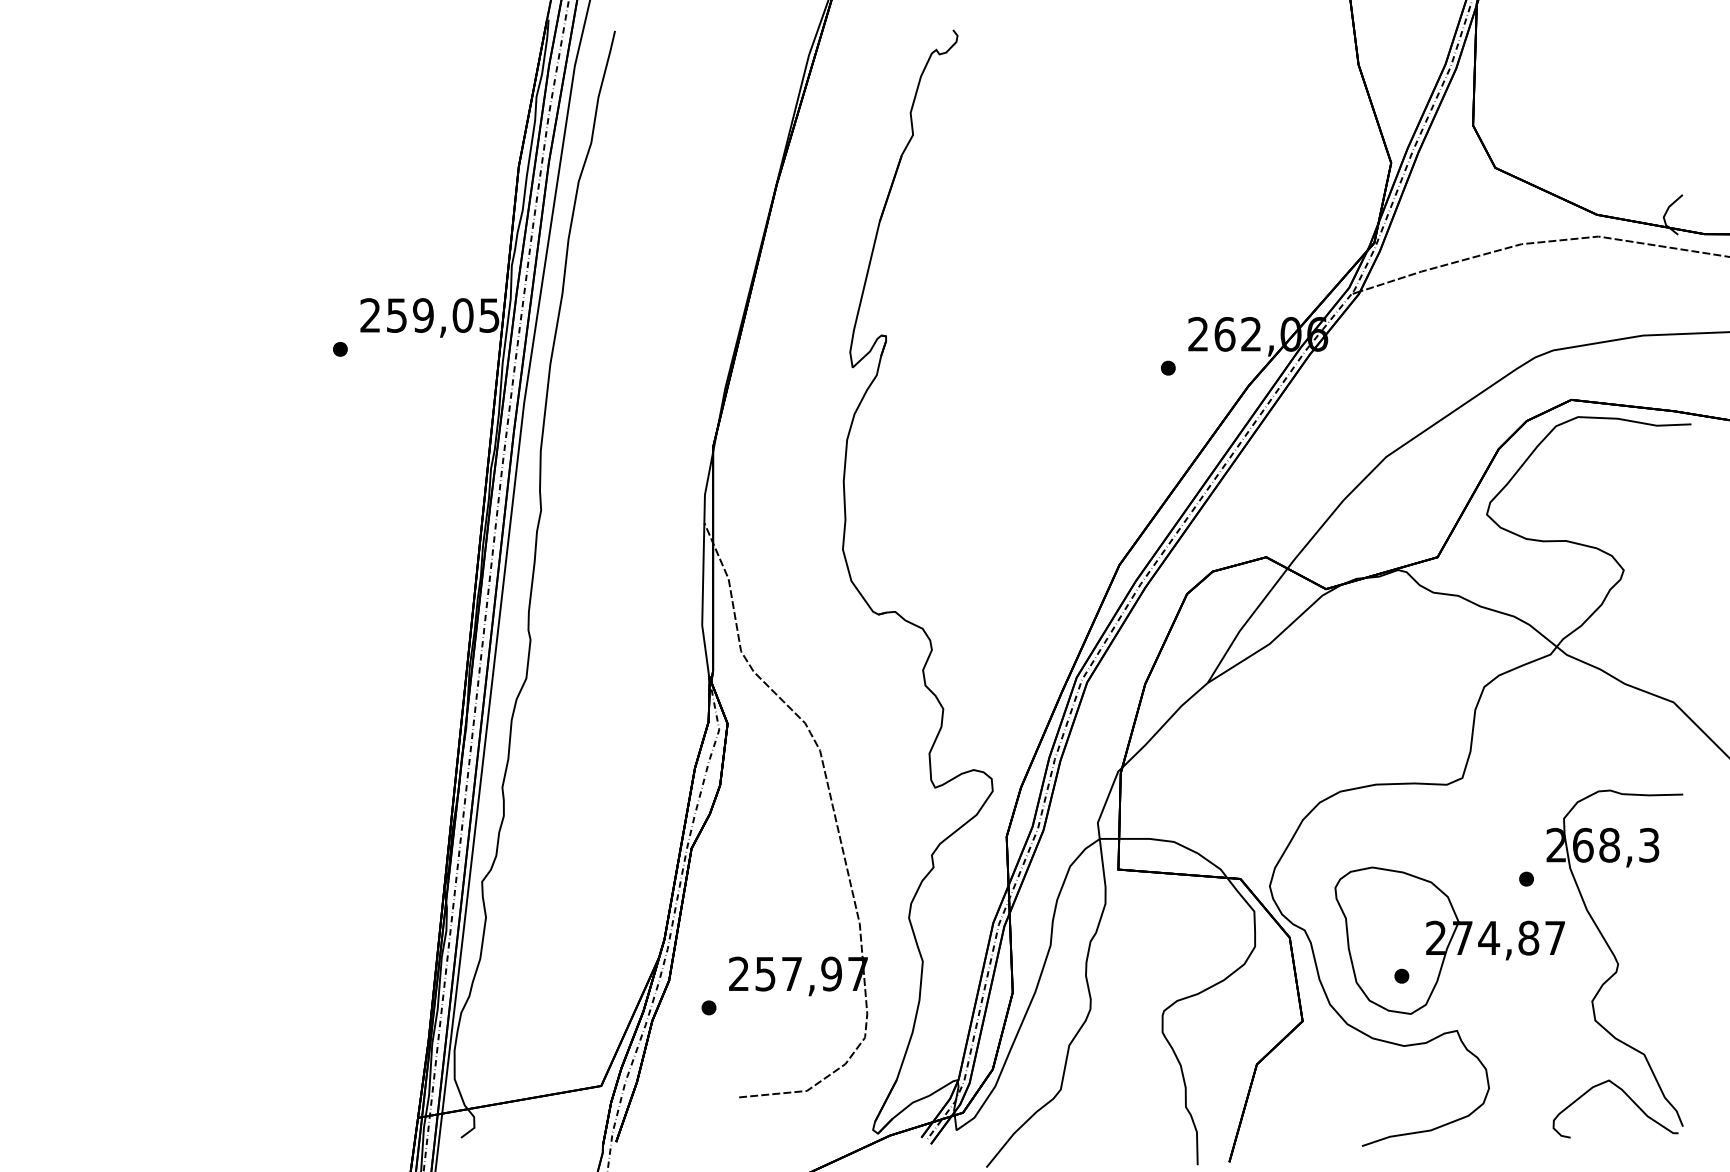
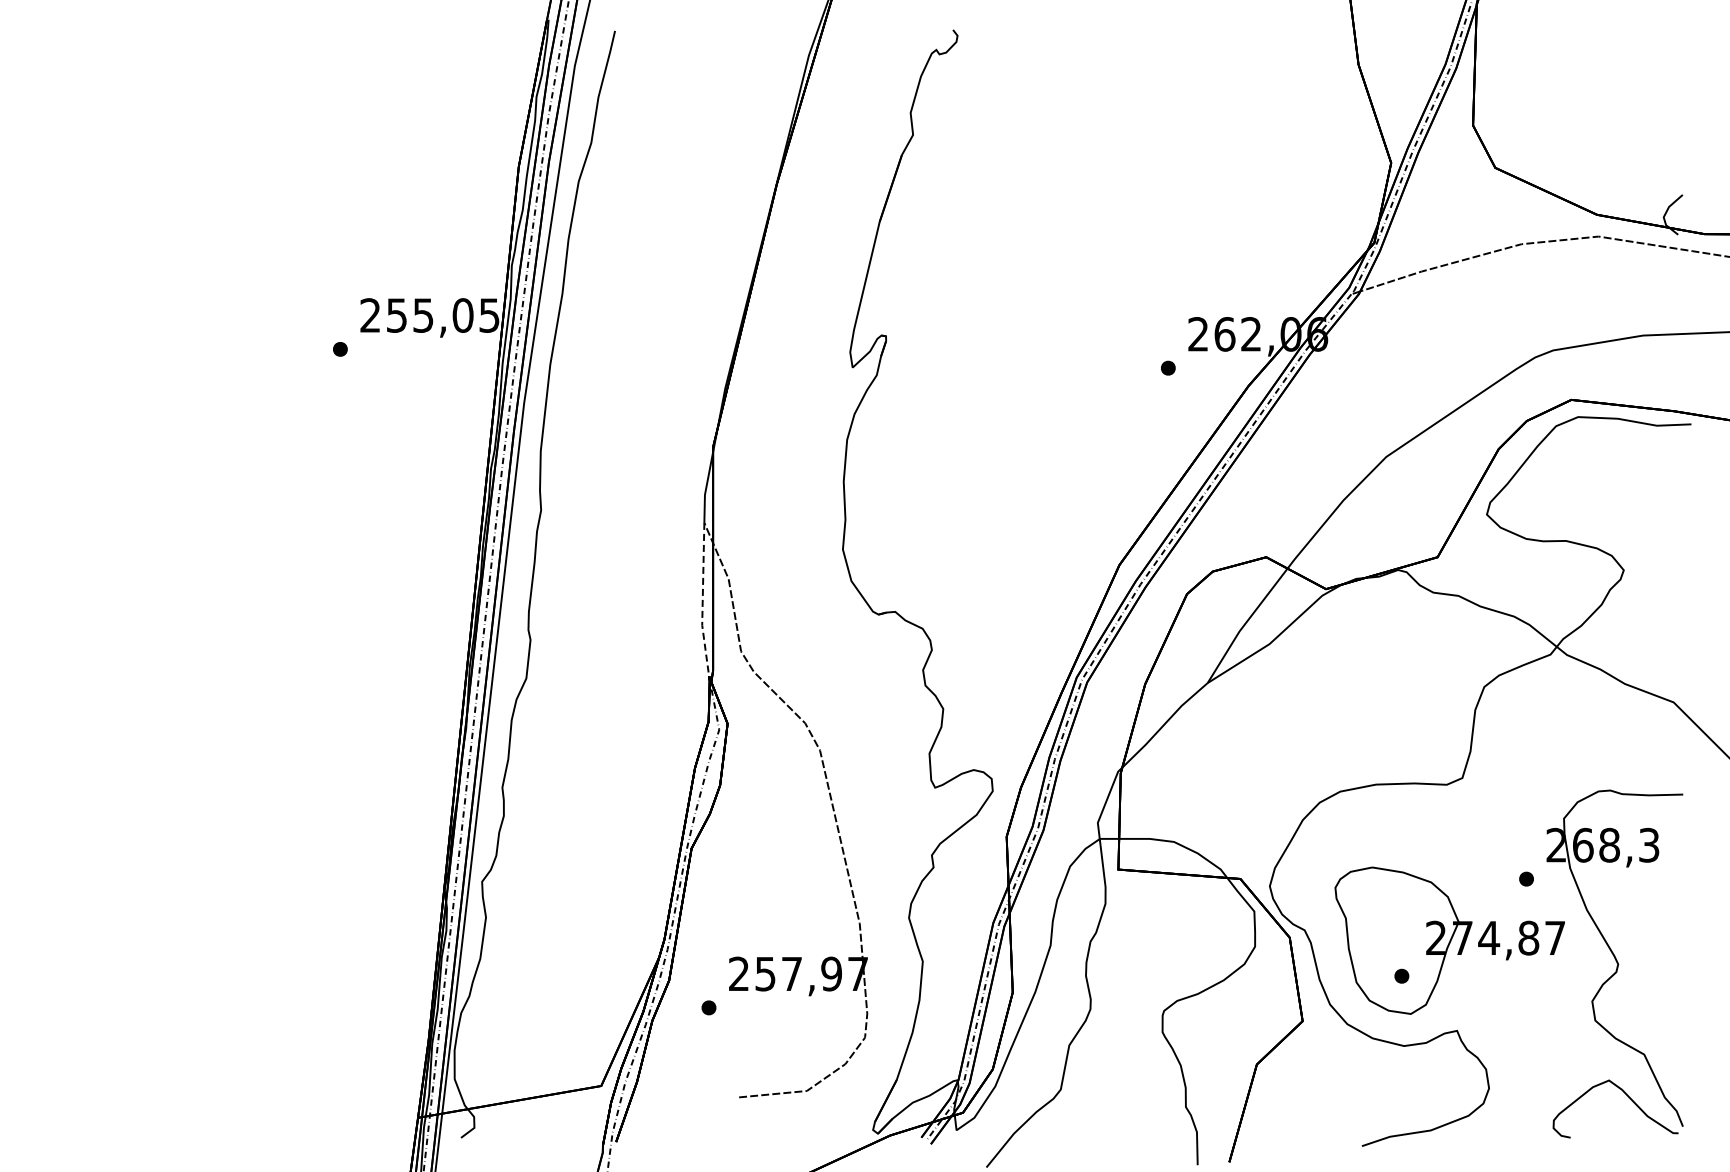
text at (423, 315): 259,05 -> 255,05
line at (702, 600): solid -> dashed
